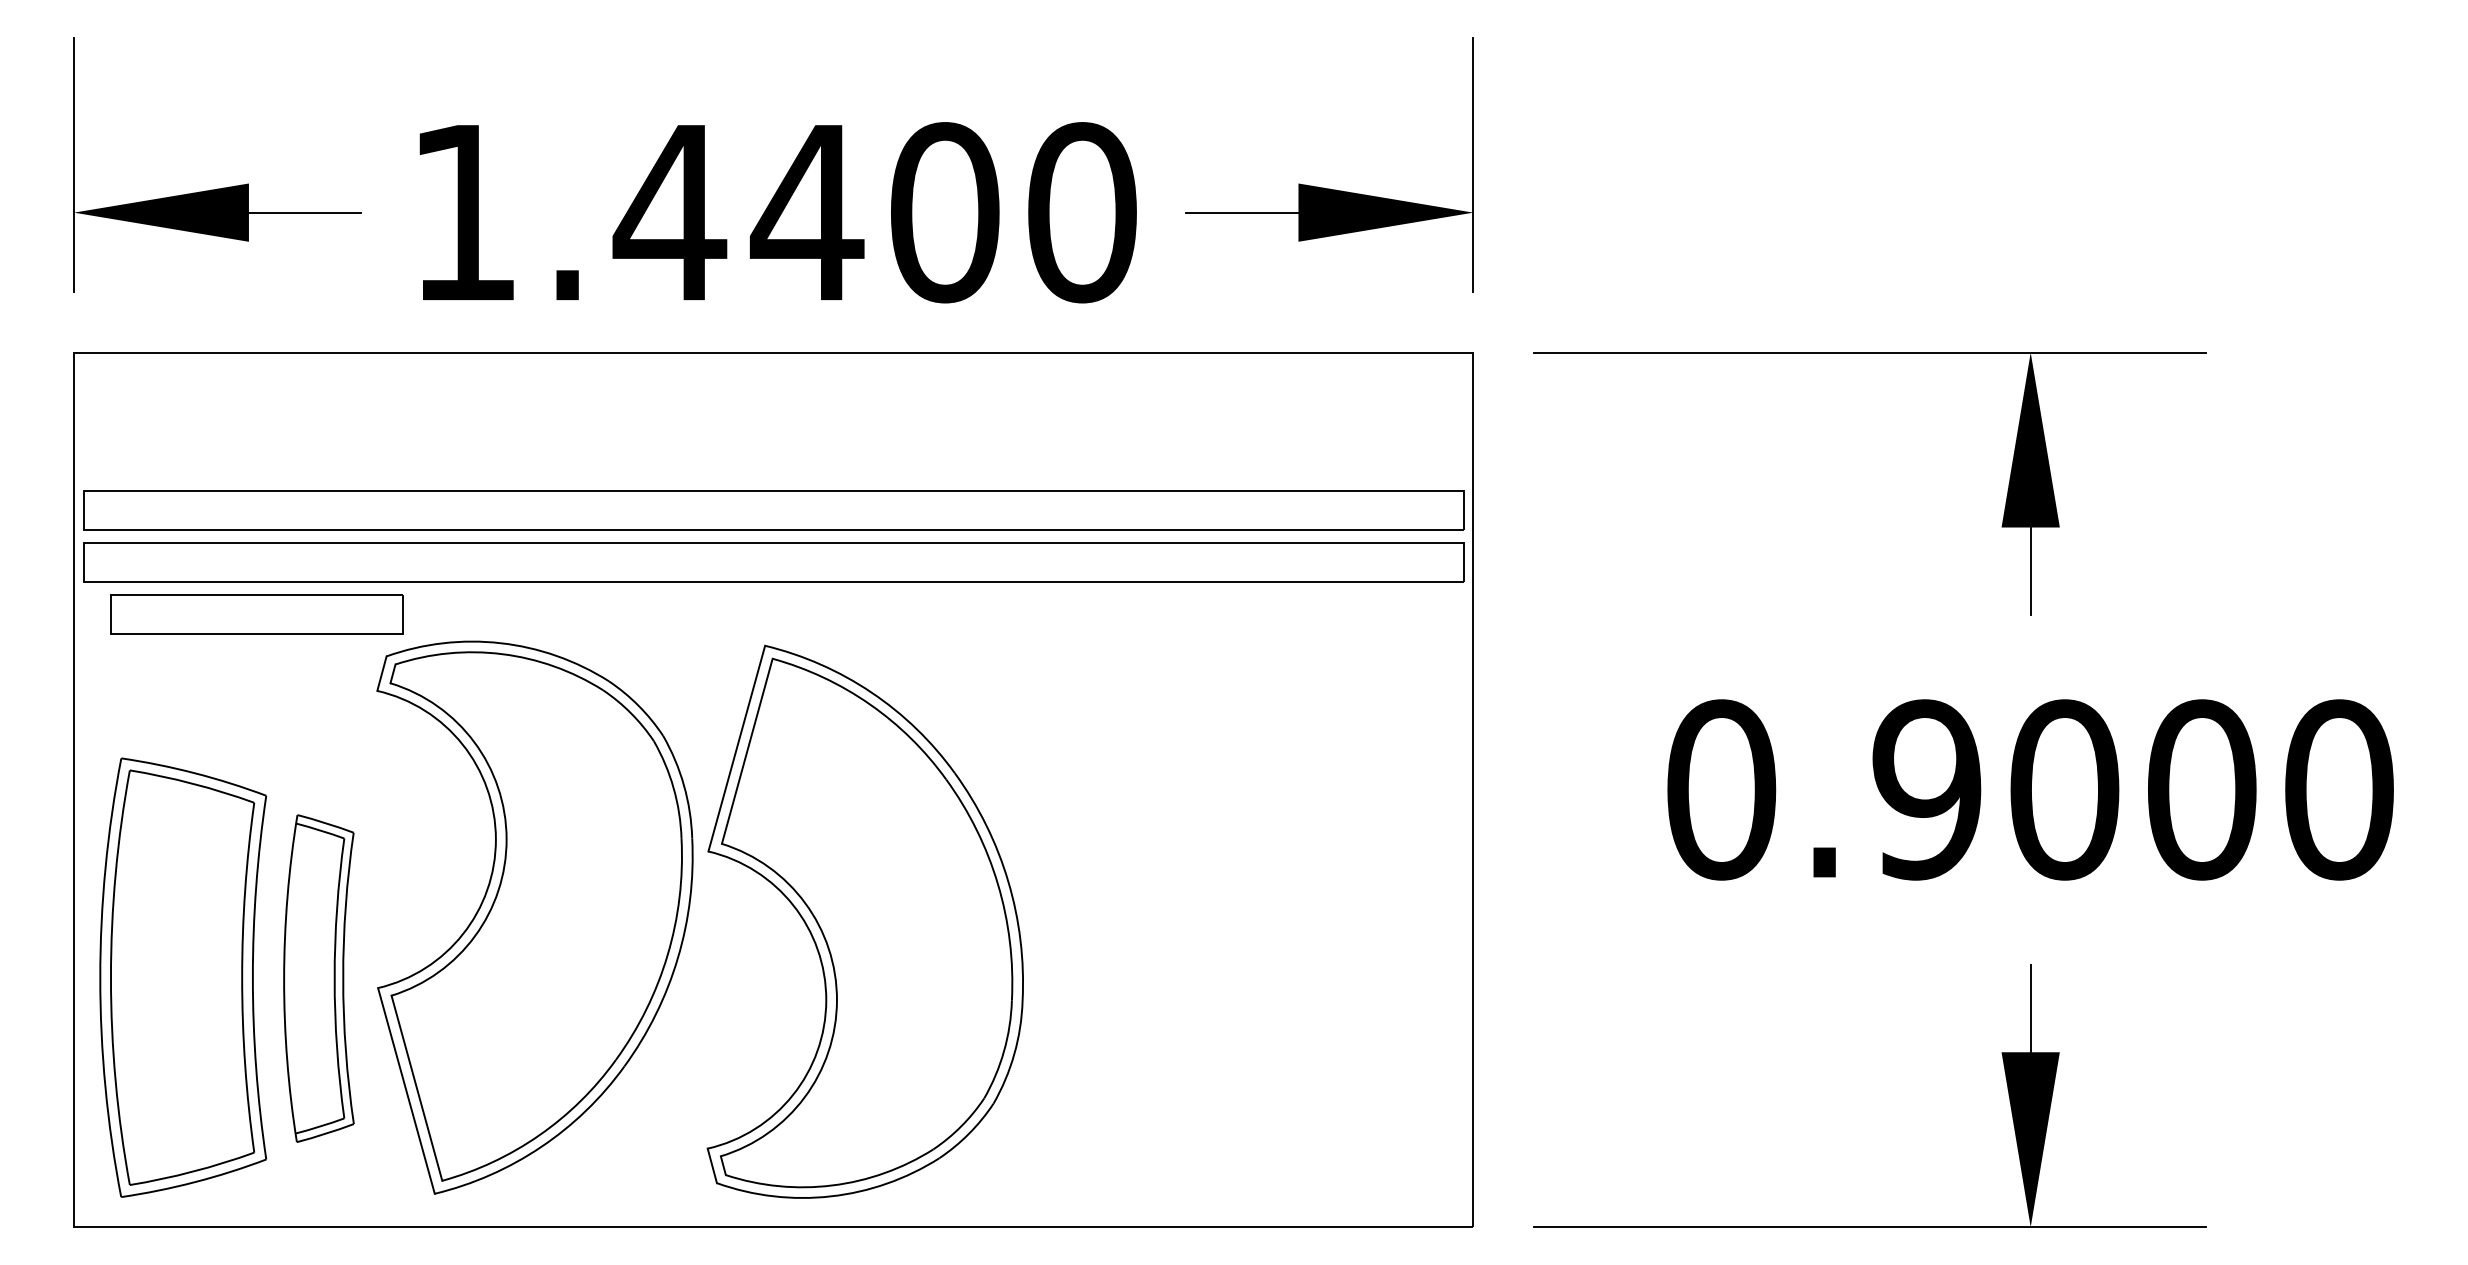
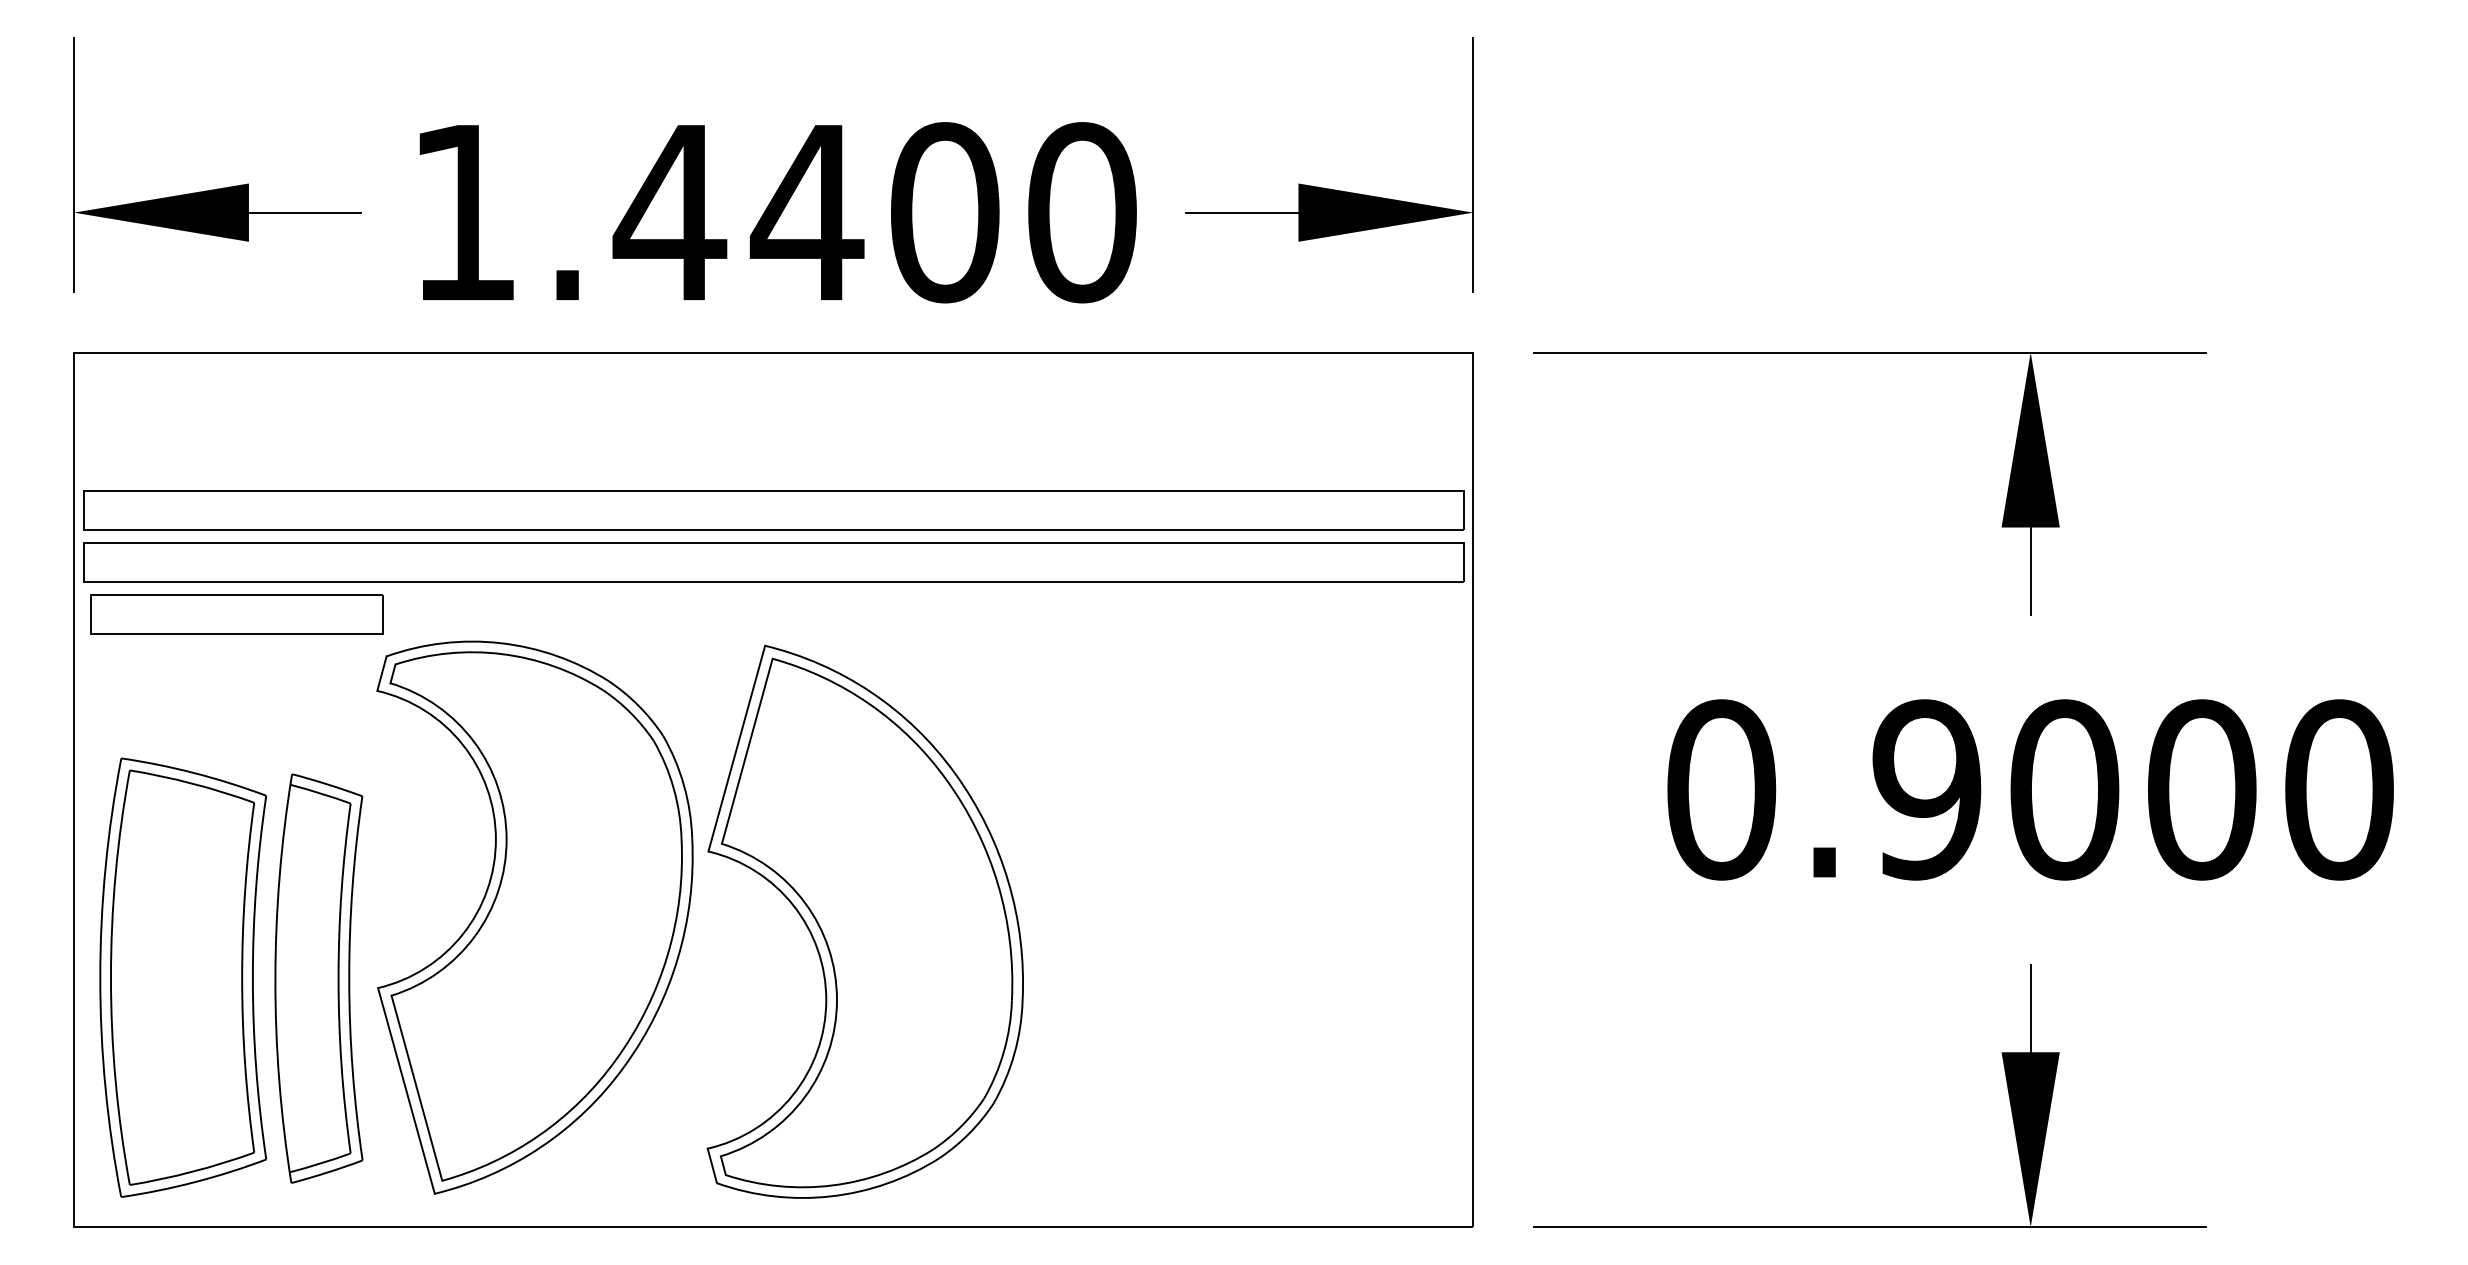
part at (256, 614) position: (256, 614) -> (236, 614)
part at (318, 978) size: 72x329 px -> 90x411 px
